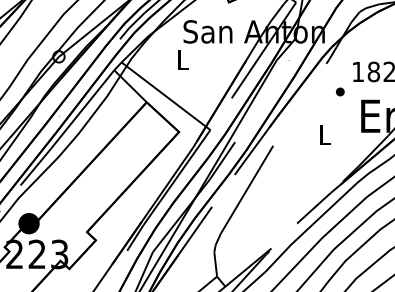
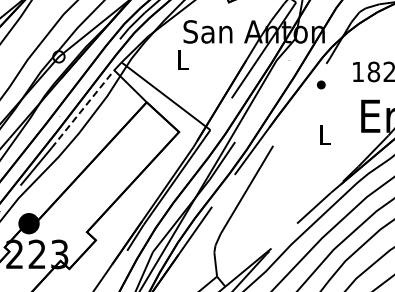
part at (340, 91) position: (340, 91) -> (321, 84)
line at (82, 109): solid -> dashed
